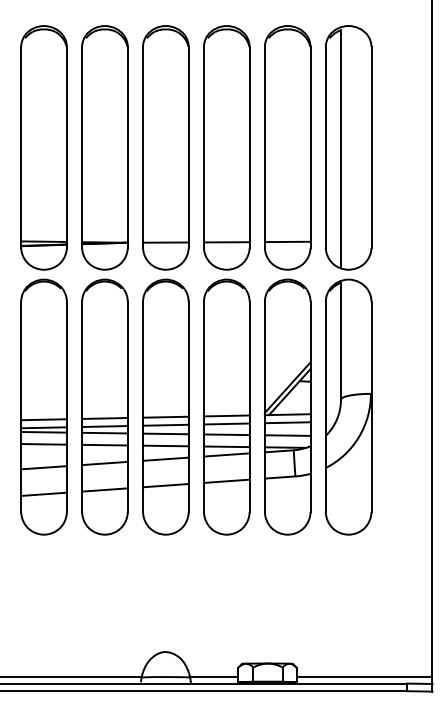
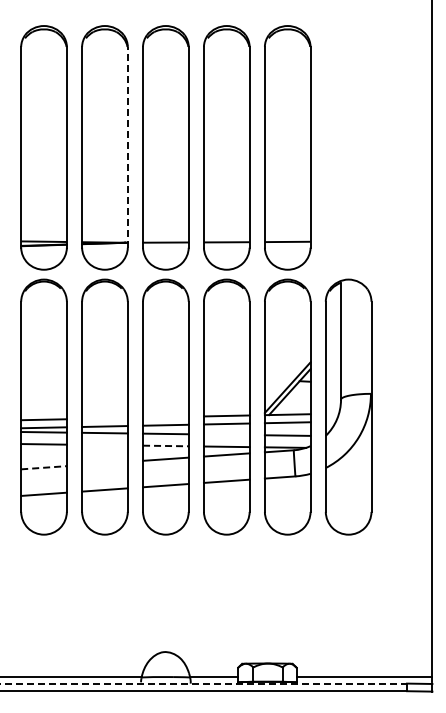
line at (127, 146): solid -> dashed
part at (348, 147): present -> none
line at (165, 416): present -> none
line at (104, 418): present -> none
line at (226, 434): present -> none
line at (104, 444): present -> none
line at (165, 445): solid -> dashed
line at (104, 463): present -> none
line at (44, 467): solid -> dashed
line at (204, 683): solid -> dashed
